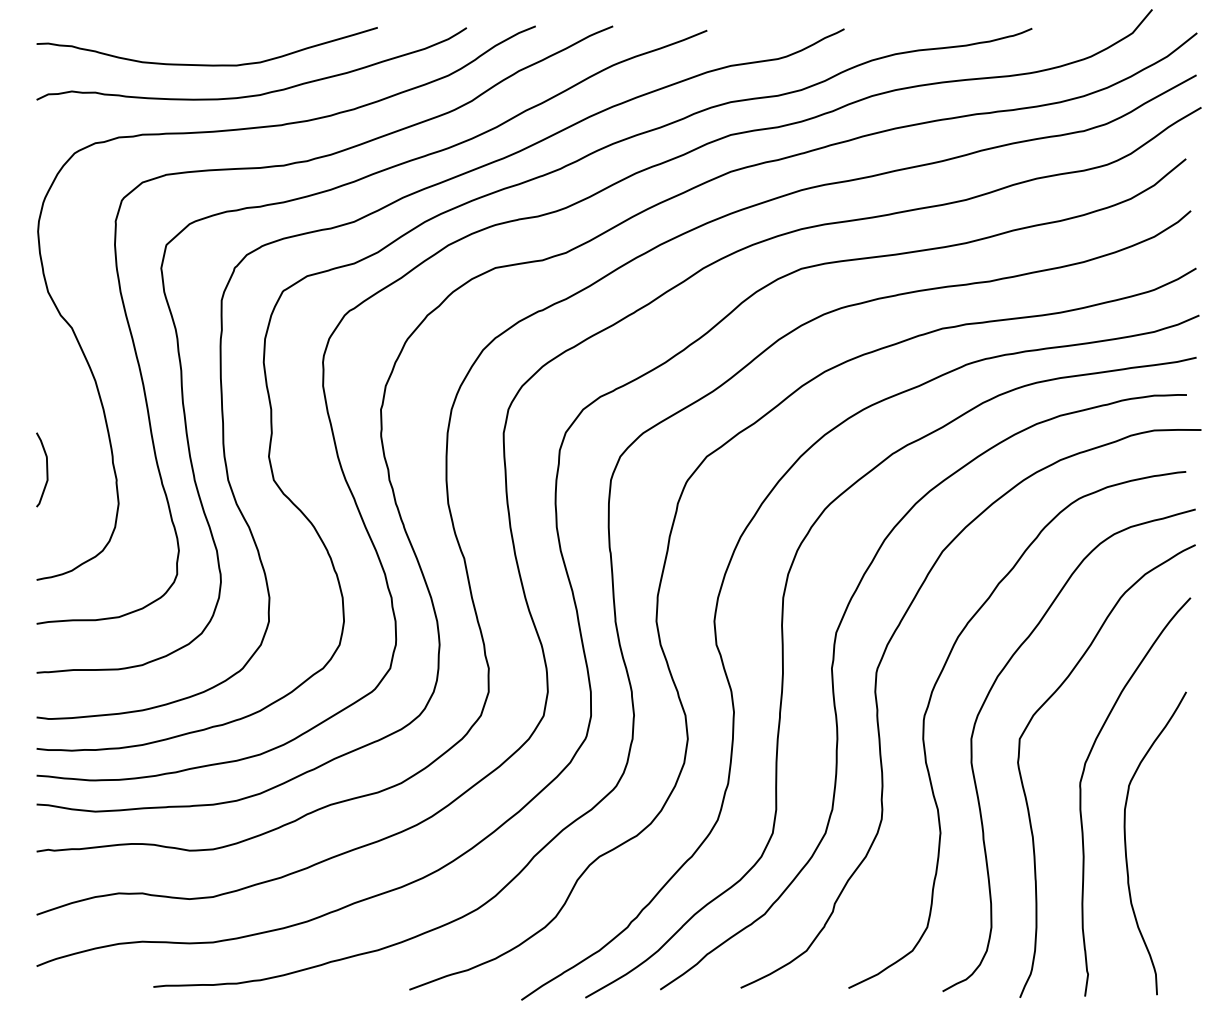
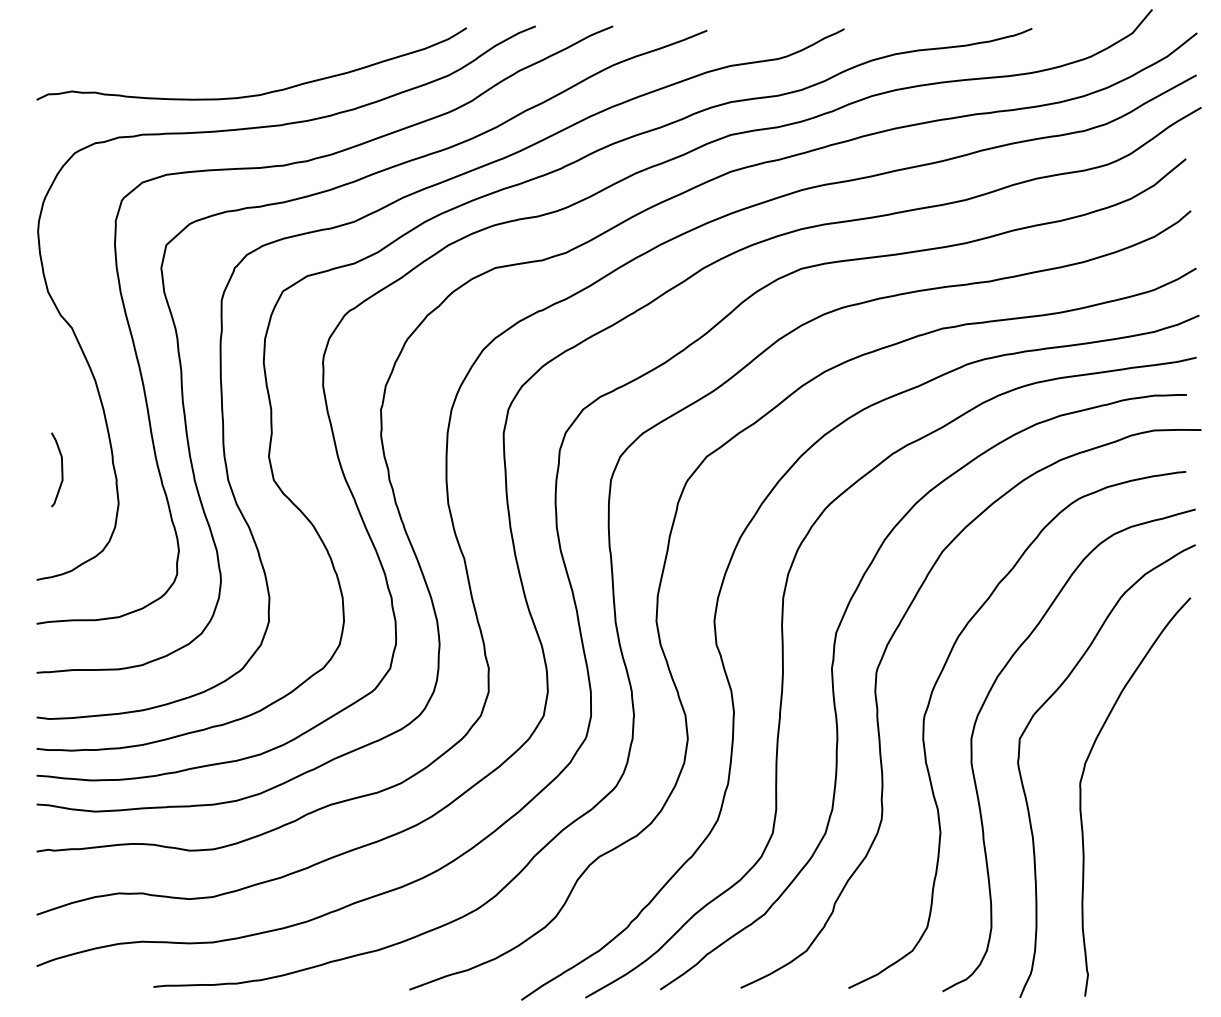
curve at (206, 64): present -> none
curve at (46, 469) position: (46, 469) -> (61, 469)
curve at (1126, 843): present -> none
